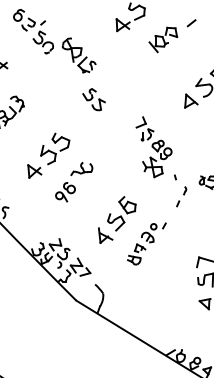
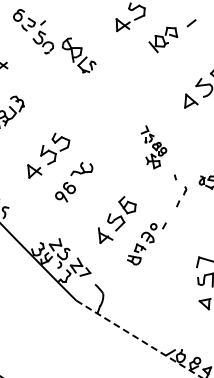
part at (93, 99): present -> none
part at (153, 147) size: 38x63 px -> 28x45 px
line at (139, 339): solid -> dashed
